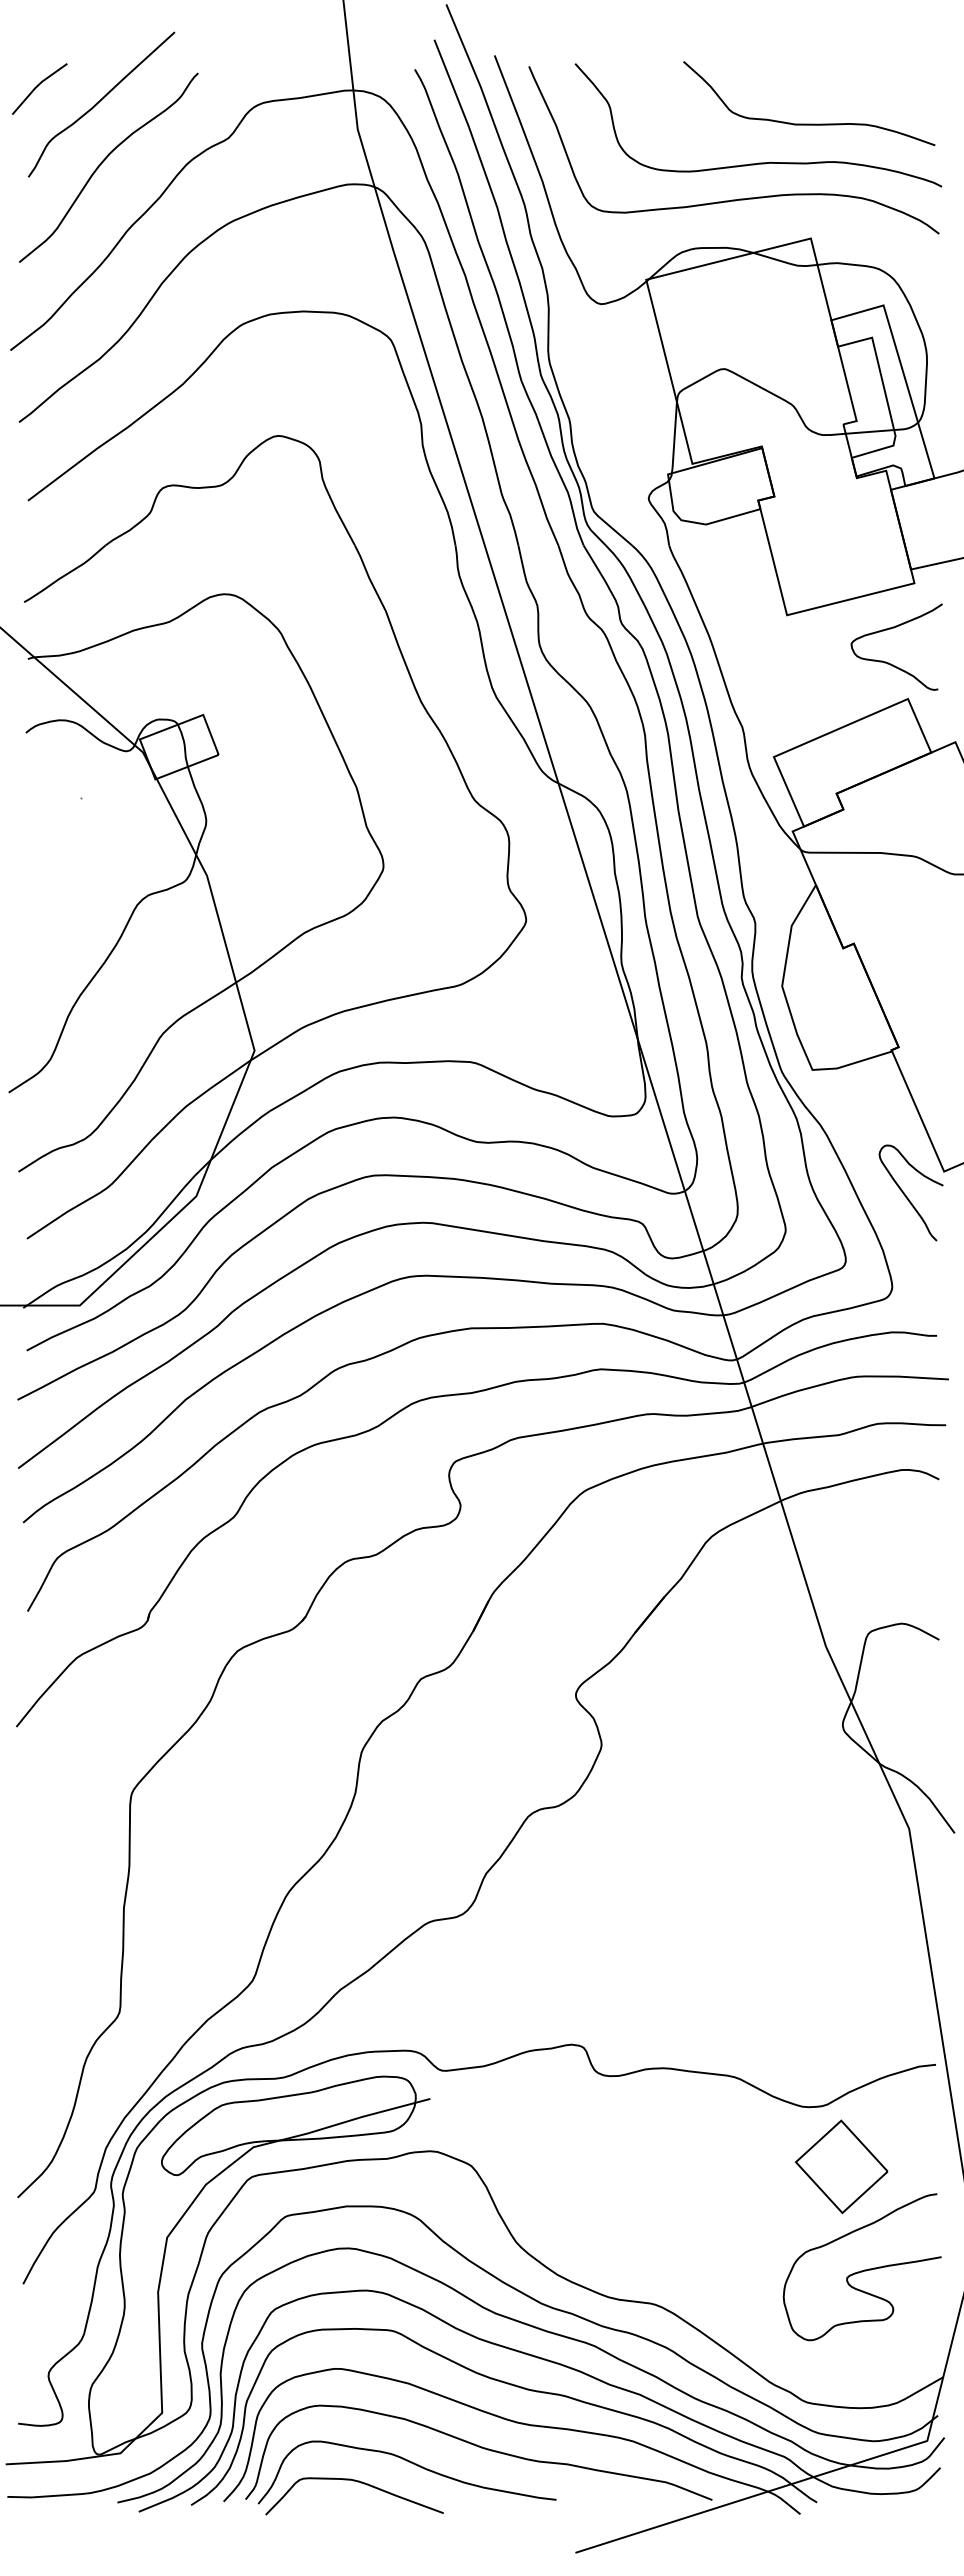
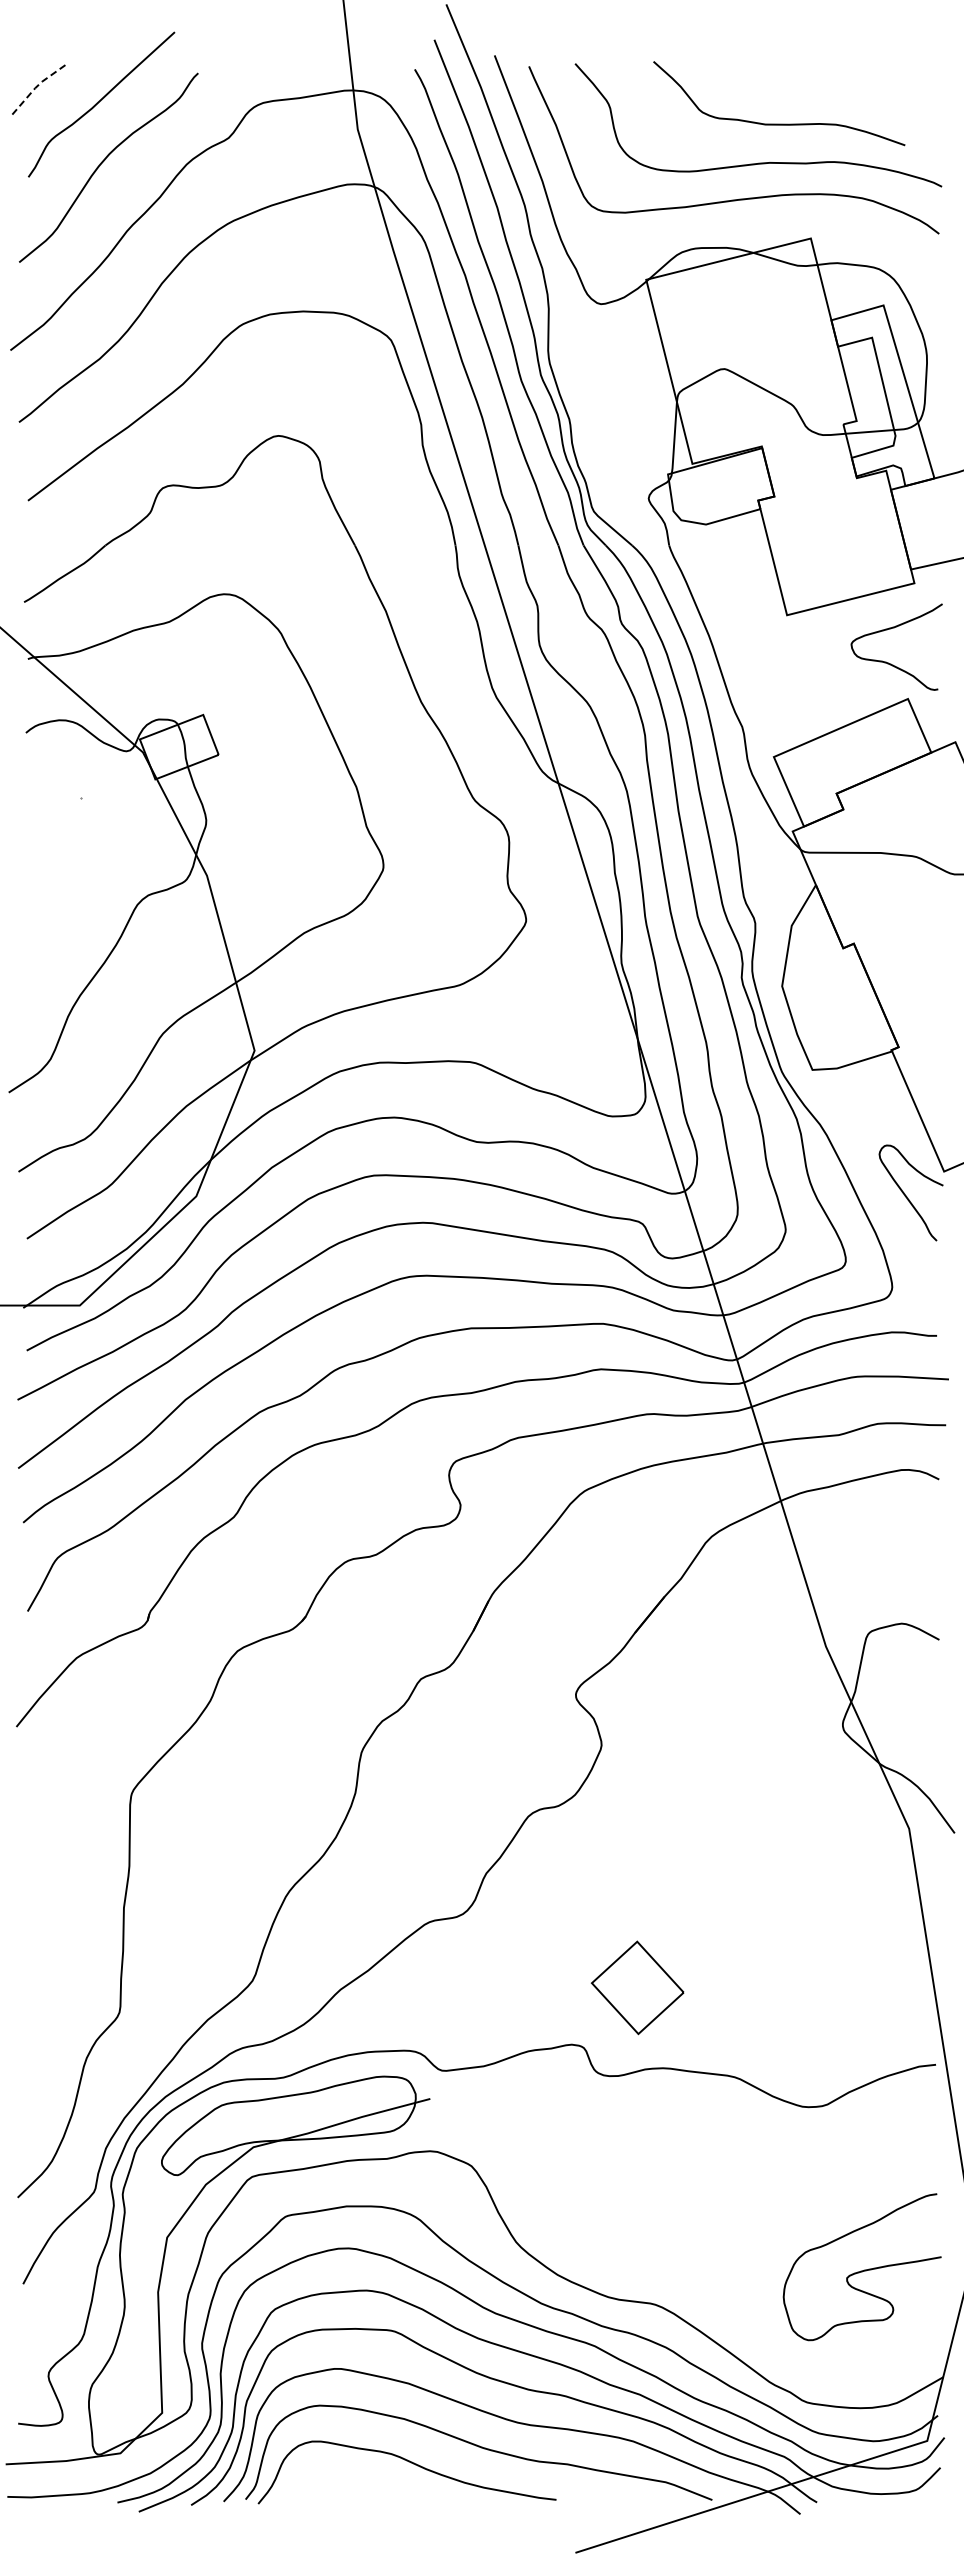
line at (37, 85): solid -> dashed
curve at (809, 123) position: (809, 123) -> (779, 123)
part at (841, 2166) position: (841, 2166) -> (637, 1987)
curve at (357, 2482): present -> none
